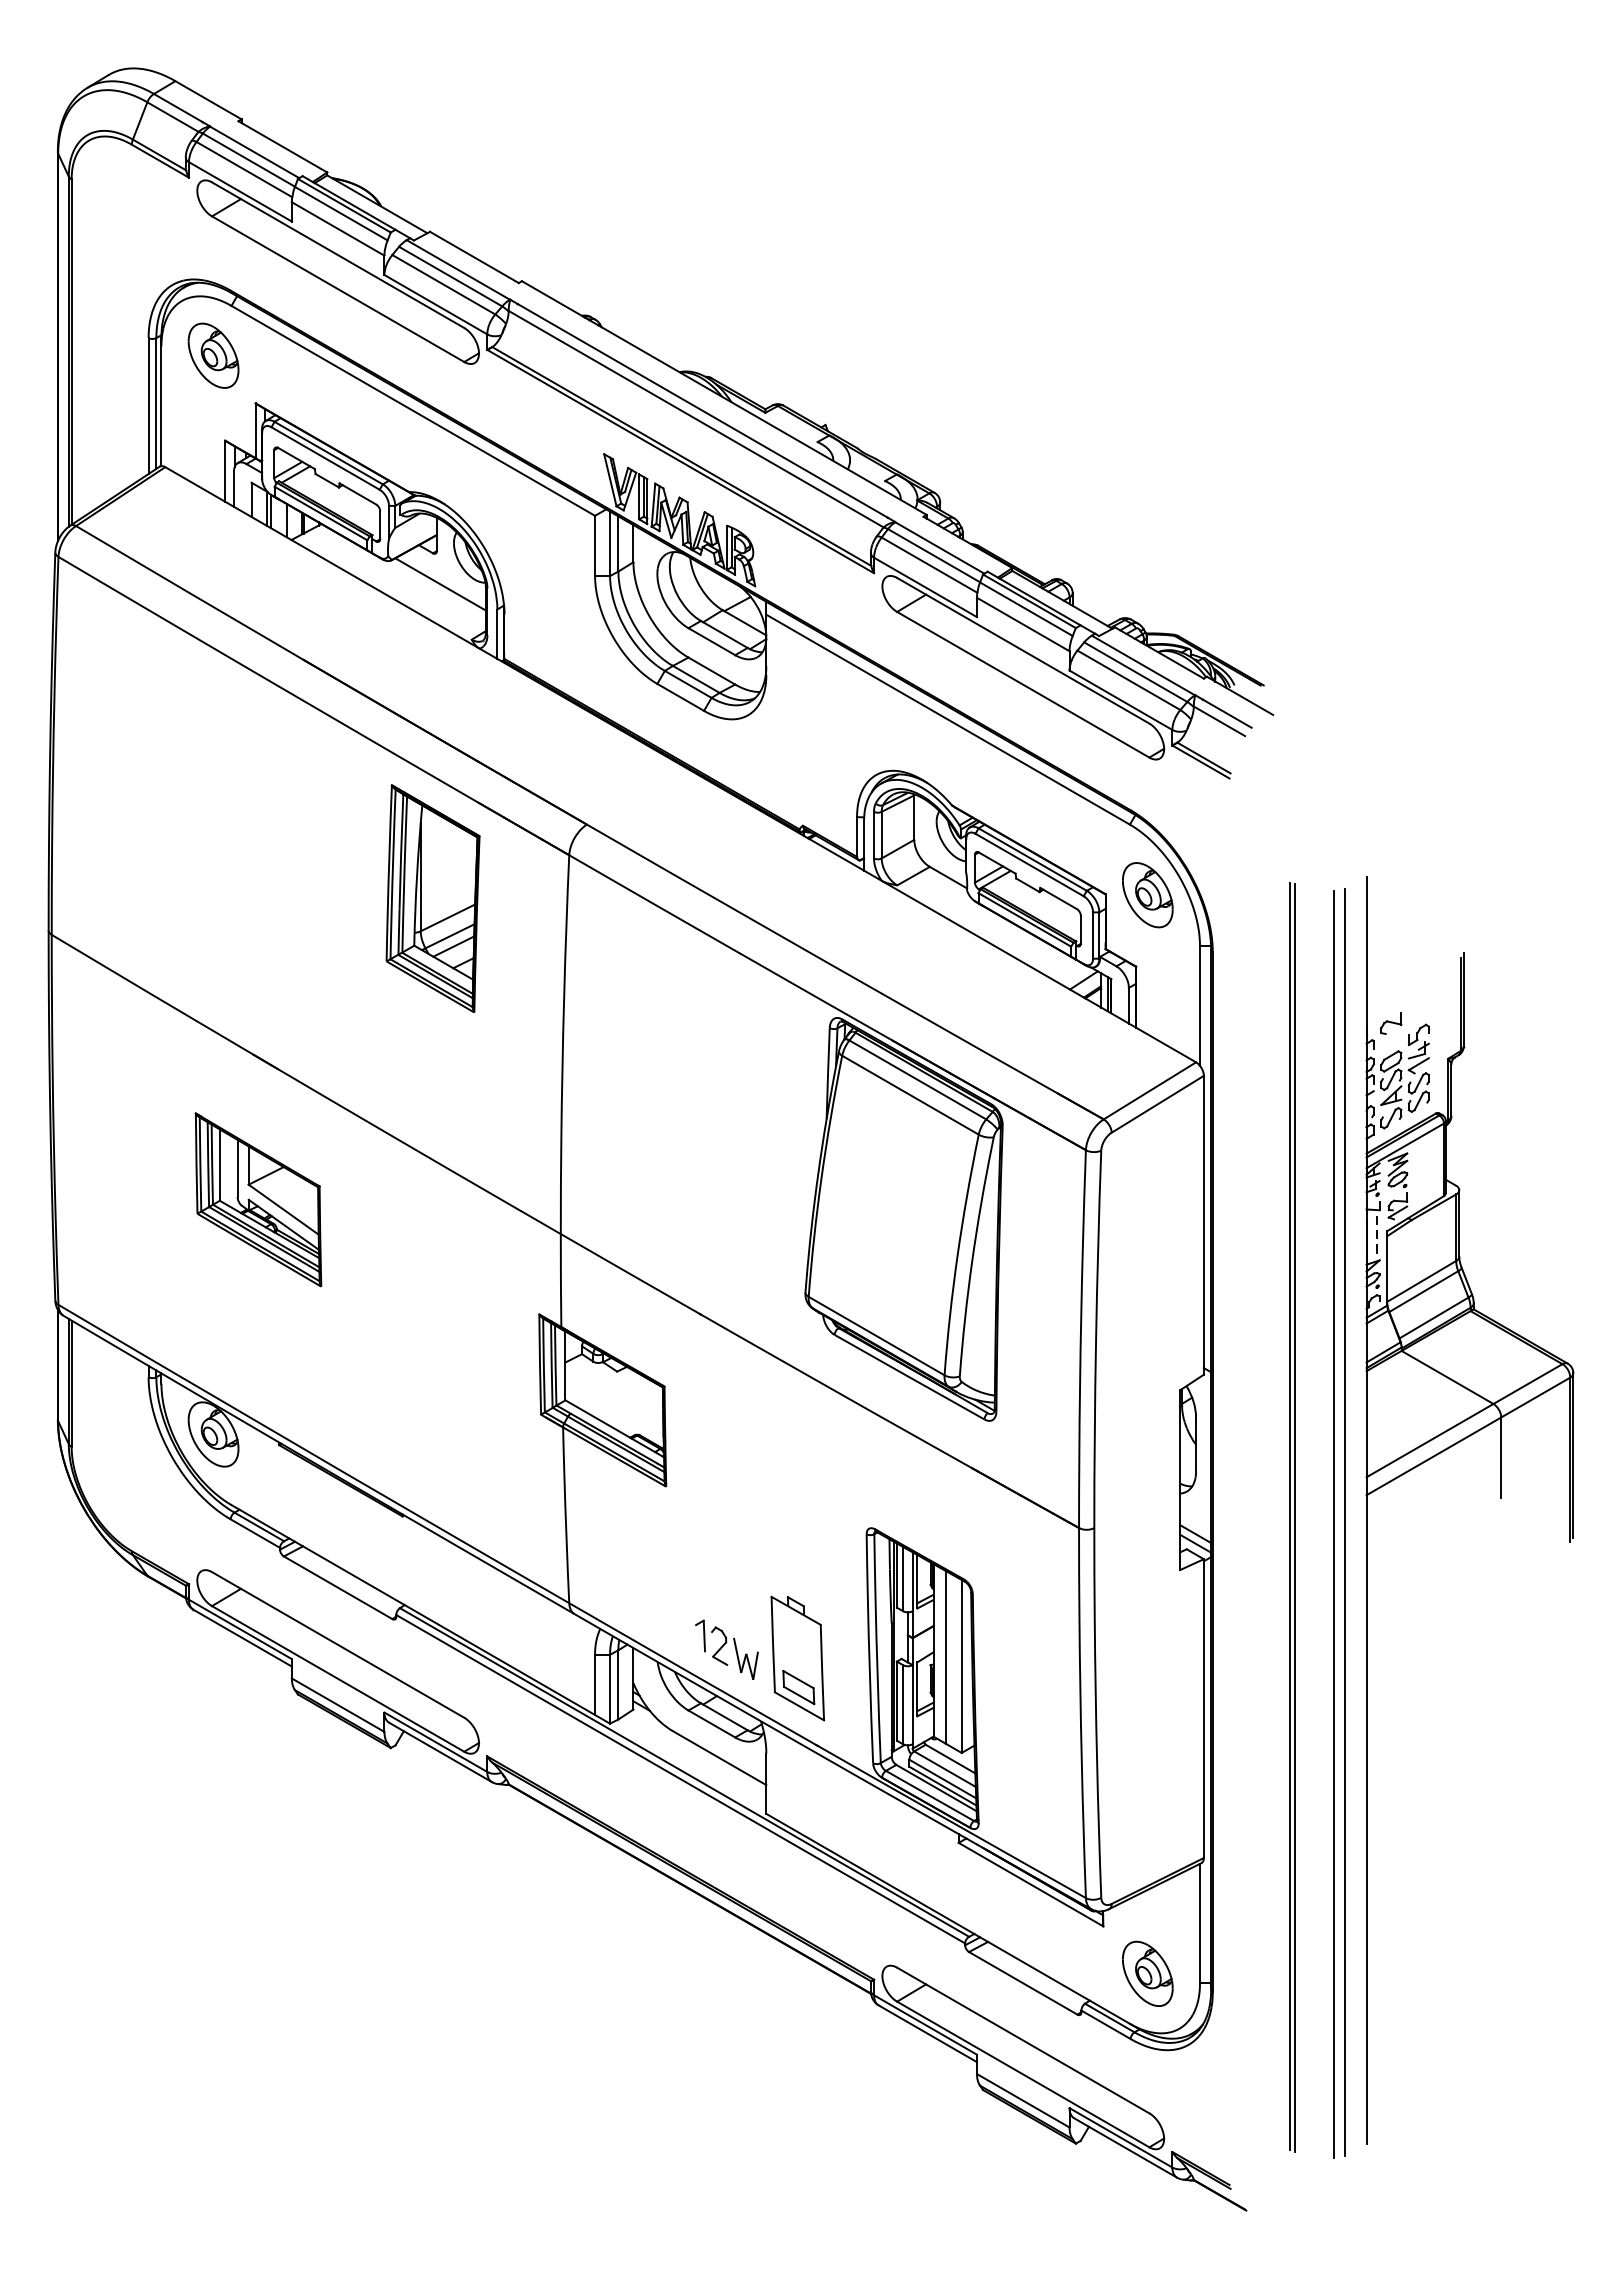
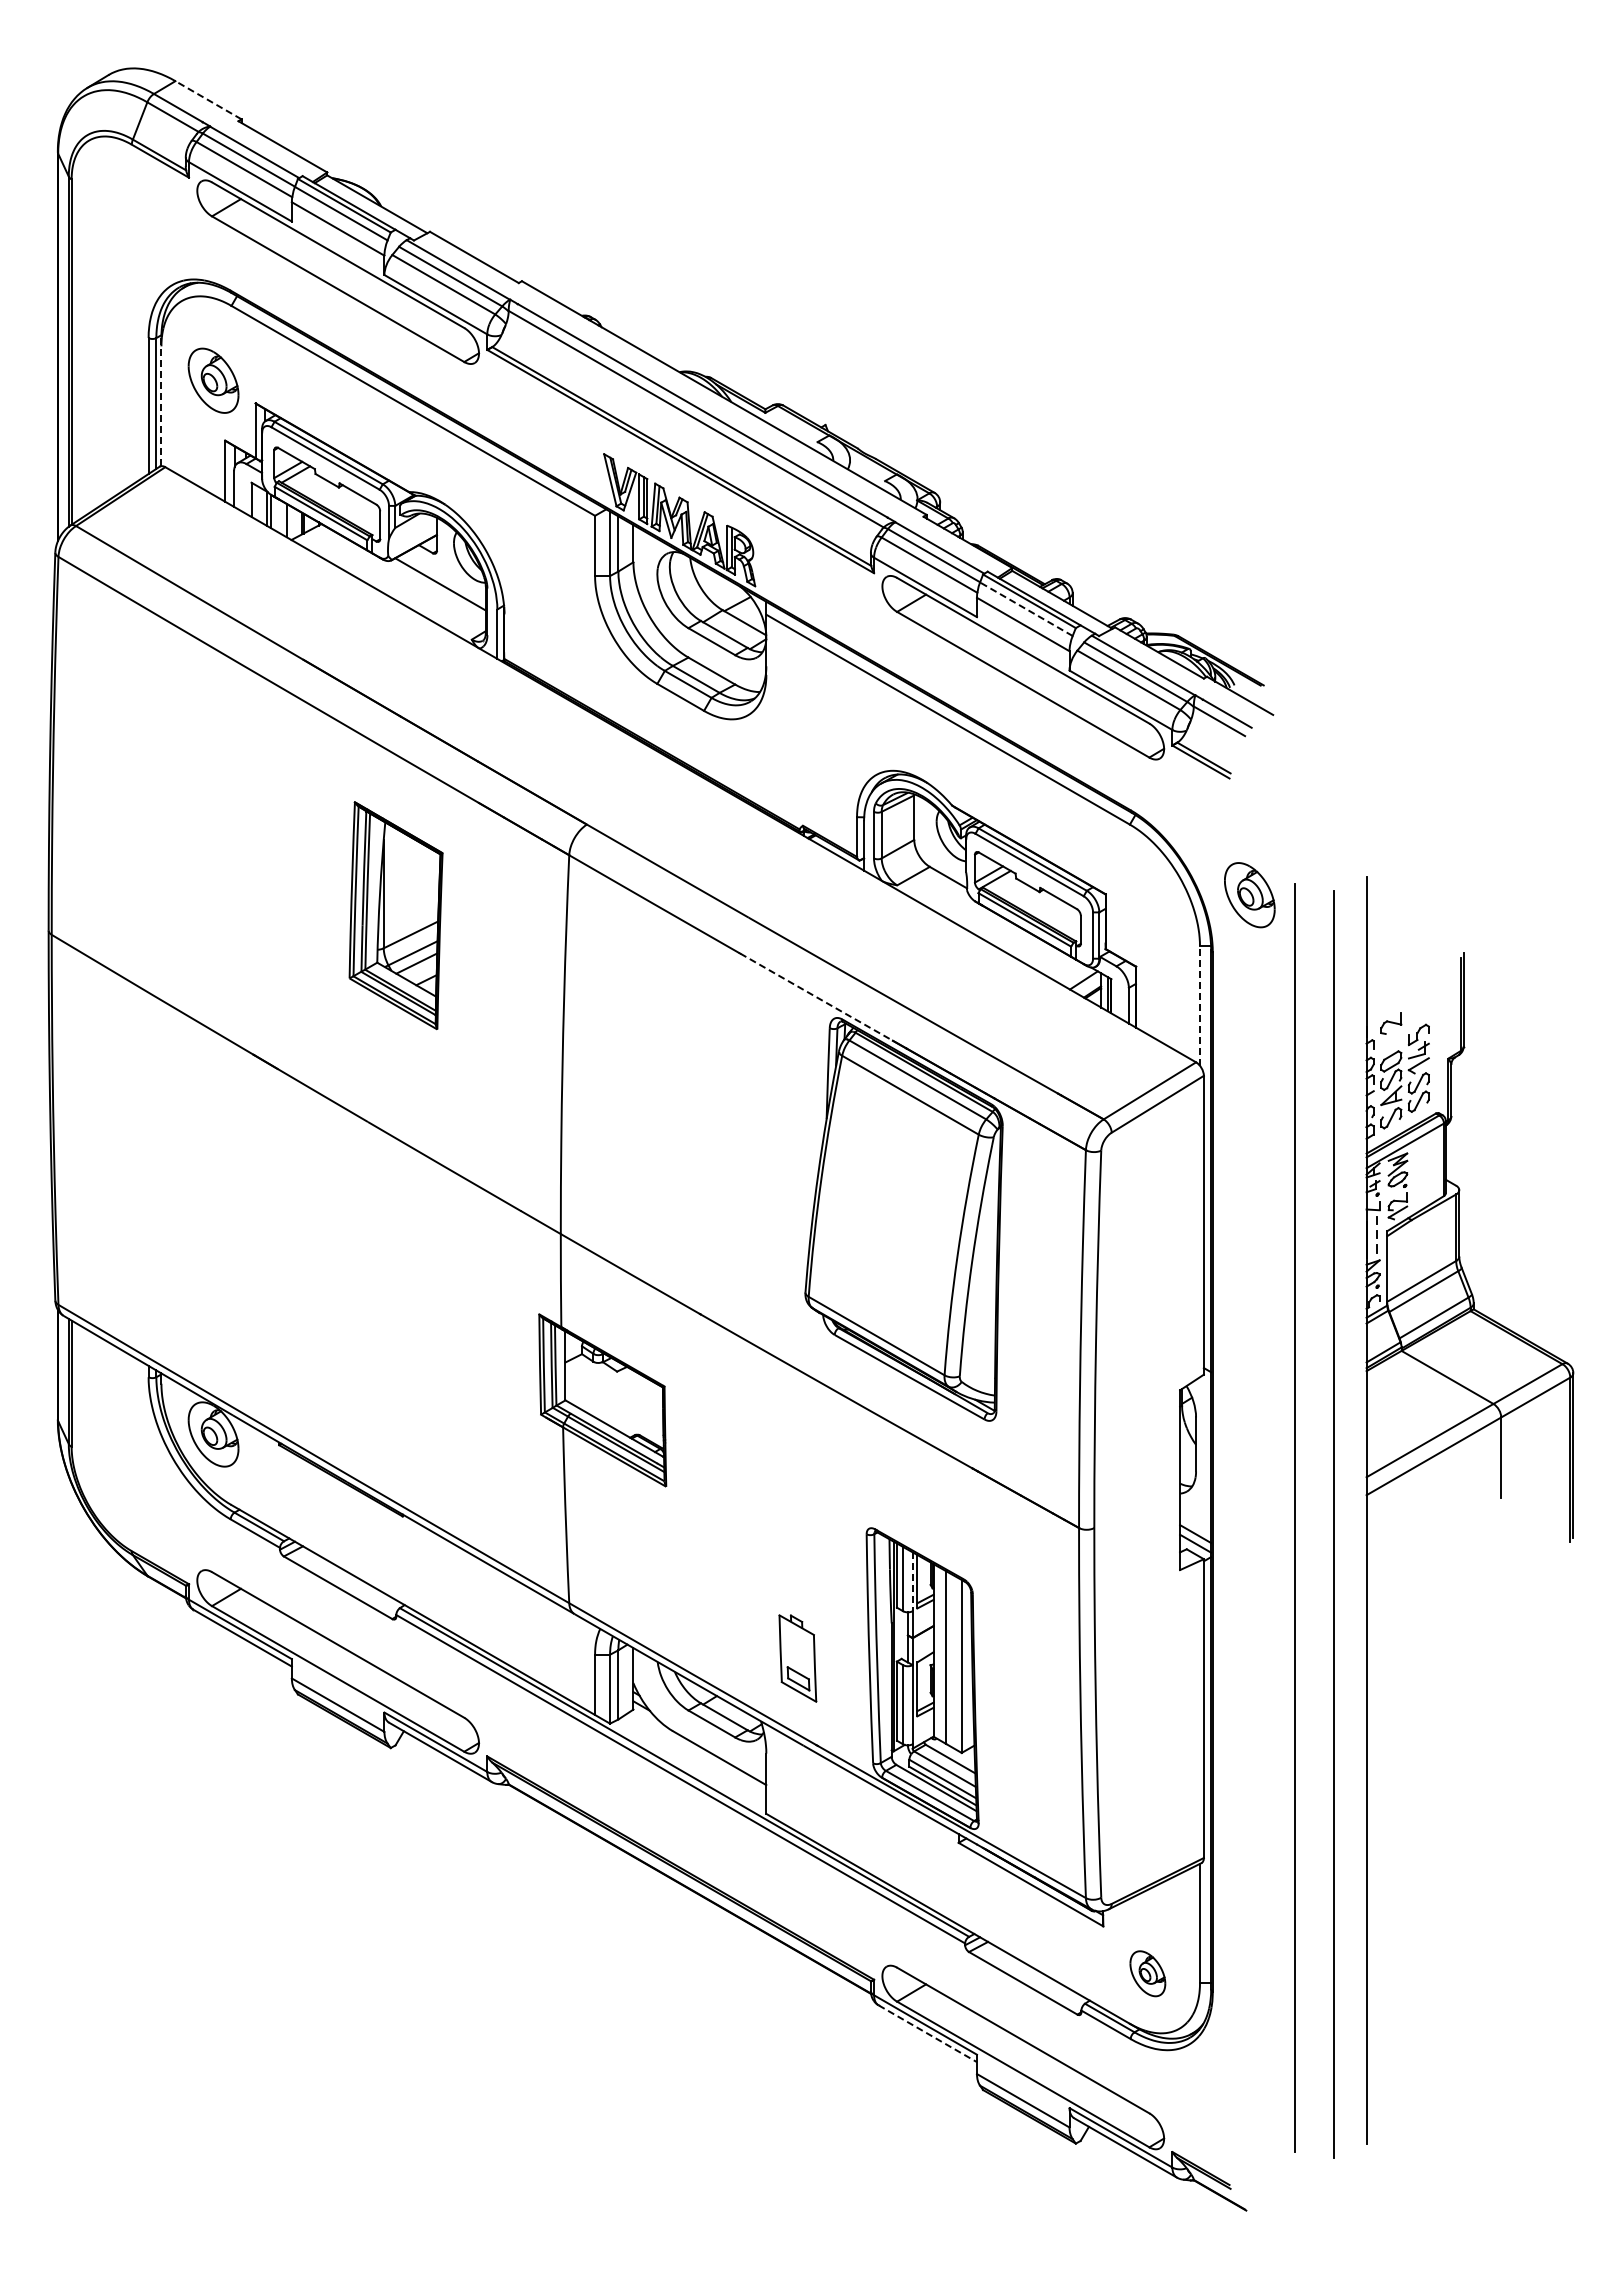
line at (208, 100): solid -> dashed
part at (213, 355) position: (213, 355) -> (213, 380)
line at (161, 401): solid -> dashed
line at (1025, 608): solid -> dashed
part at (1147, 895) position: (1147, 895) -> (1249, 895)
part at (432, 898) position: (432, 898) -> (395, 915)
arc at (816, 997): solid -> dashed
line at (1199, 1005): solid -> dashed
part at (258, 1199): present -> none
line at (1289, 1516): present -> none
line at (1344, 1522): present -> none
line at (912, 1582): solid -> dashed
part at (726, 1649): present -> none
part at (797, 1658) size: 56x127 px -> 40x89 px
part at (1147, 1973) size: 52x67 px -> 38x48 px
line at (927, 2033): solid -> dashed
